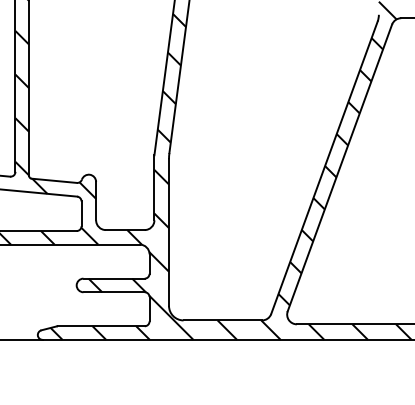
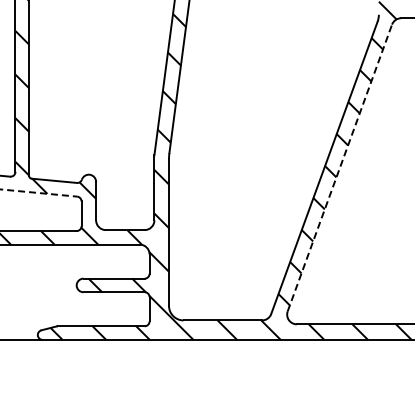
line at (339, 167): solid -> dashed
line at (39, 193): solid -> dashed
